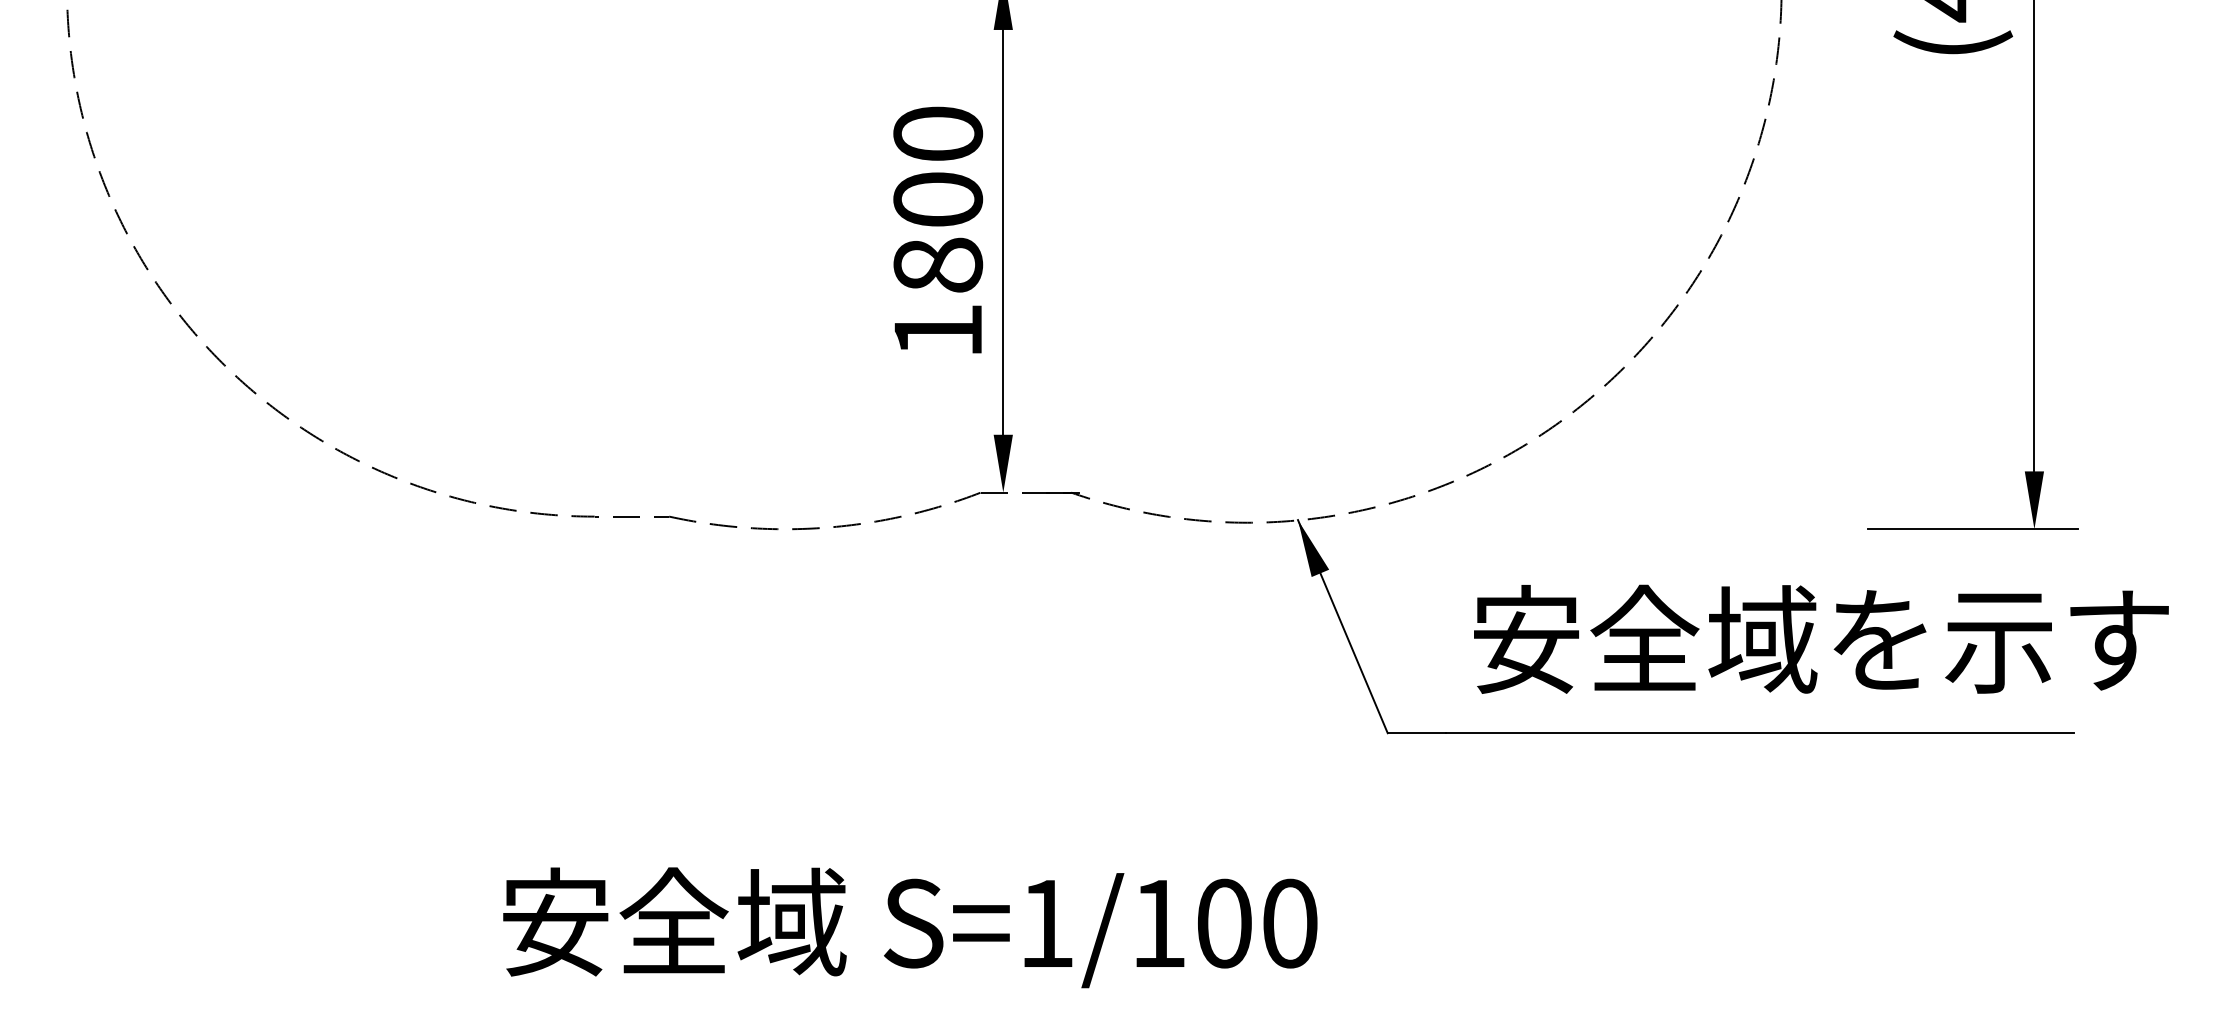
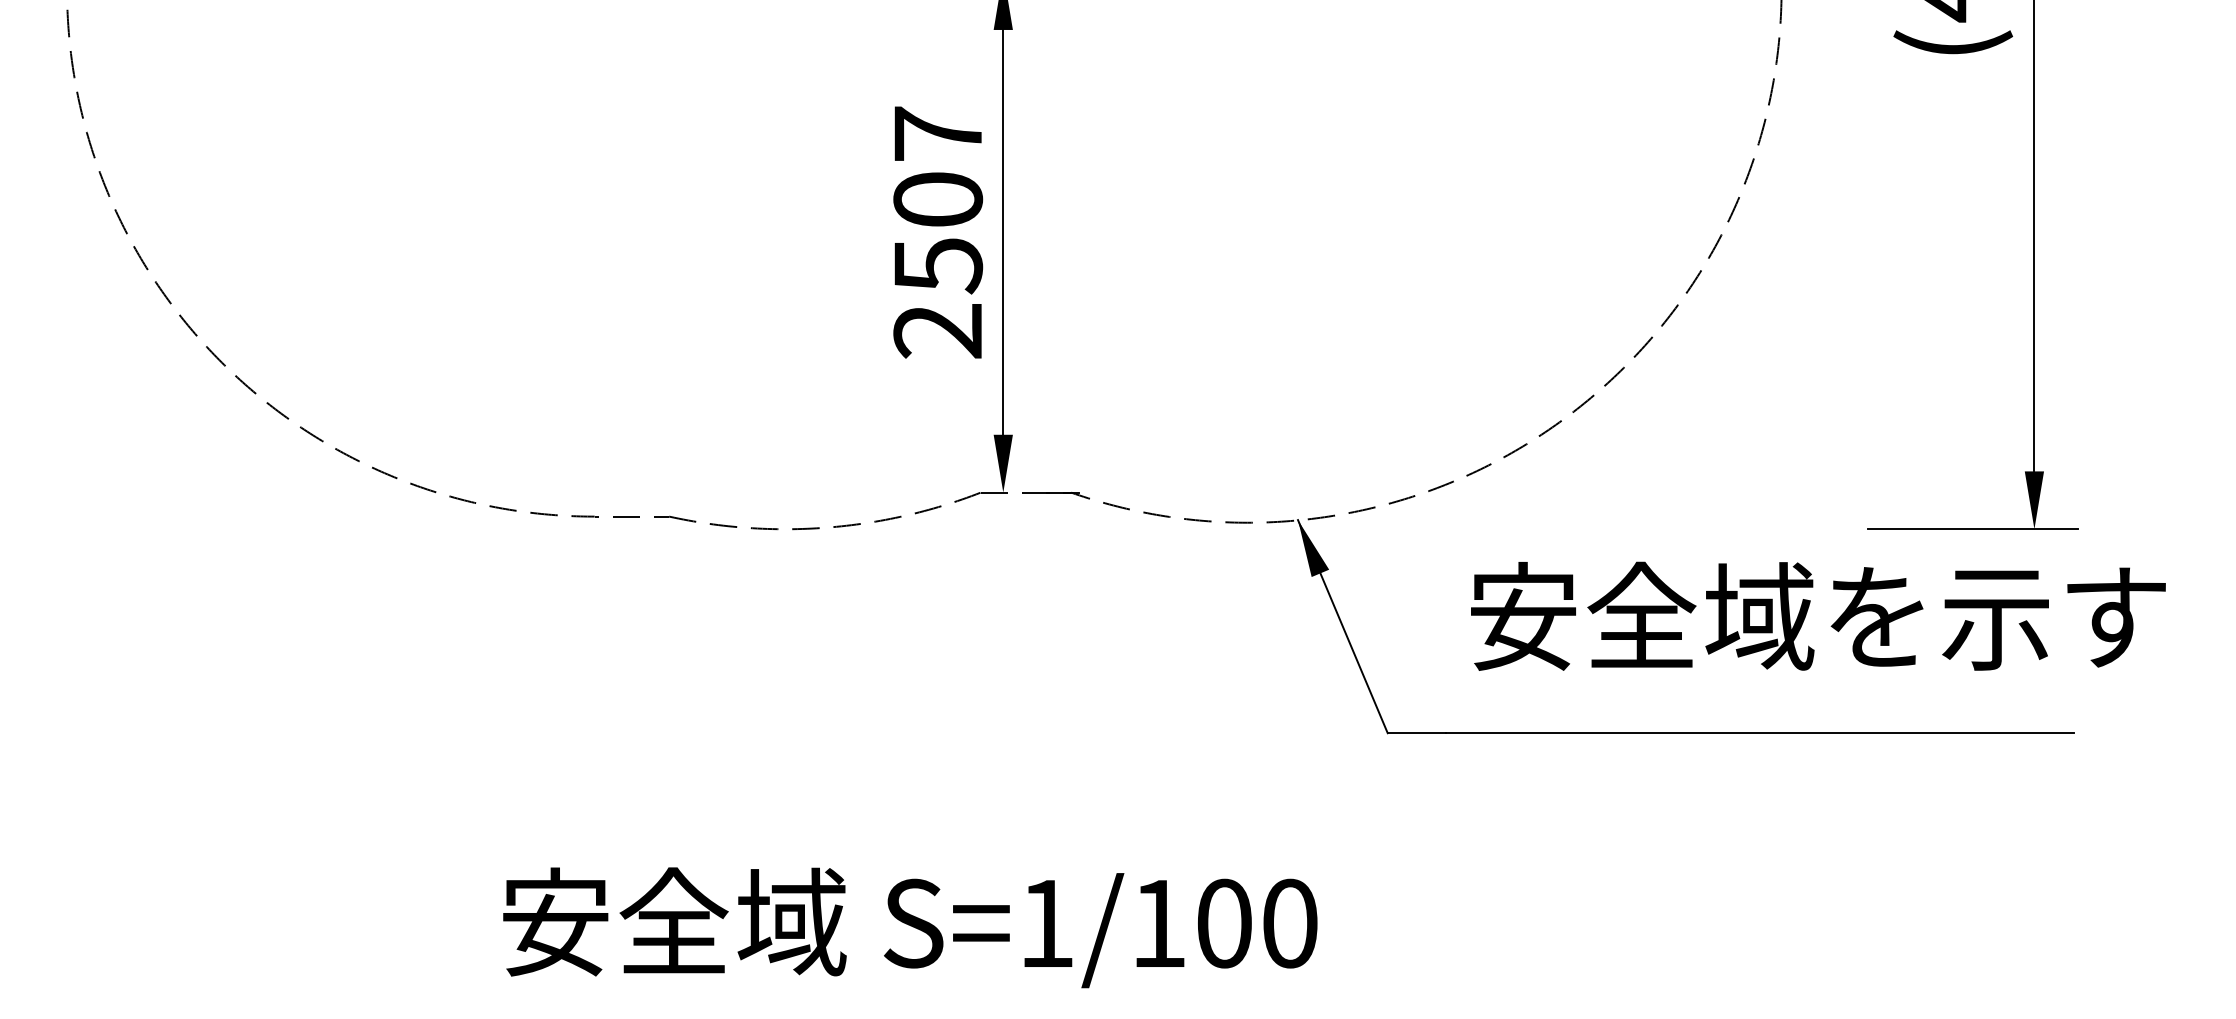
text at (938, 232): 1800 -> 2507
text at (1821, 638) position: (1821, 638) -> (1818, 615)
